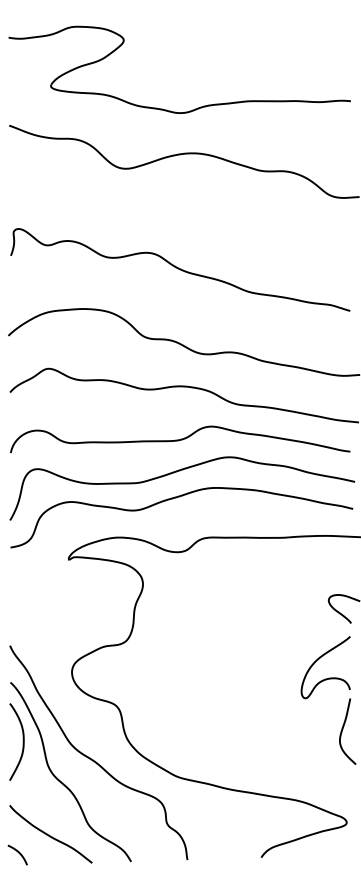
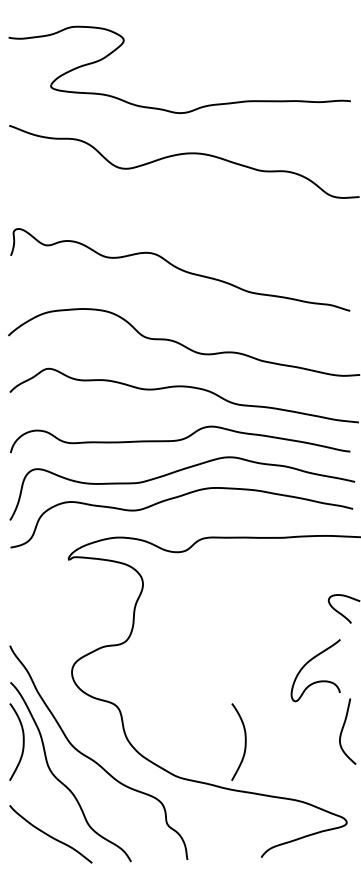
curve at (318, 660) position: (318, 660) -> (308, 663)
curve at (244, 741): none -> present
curve at (18, 853): present -> none
